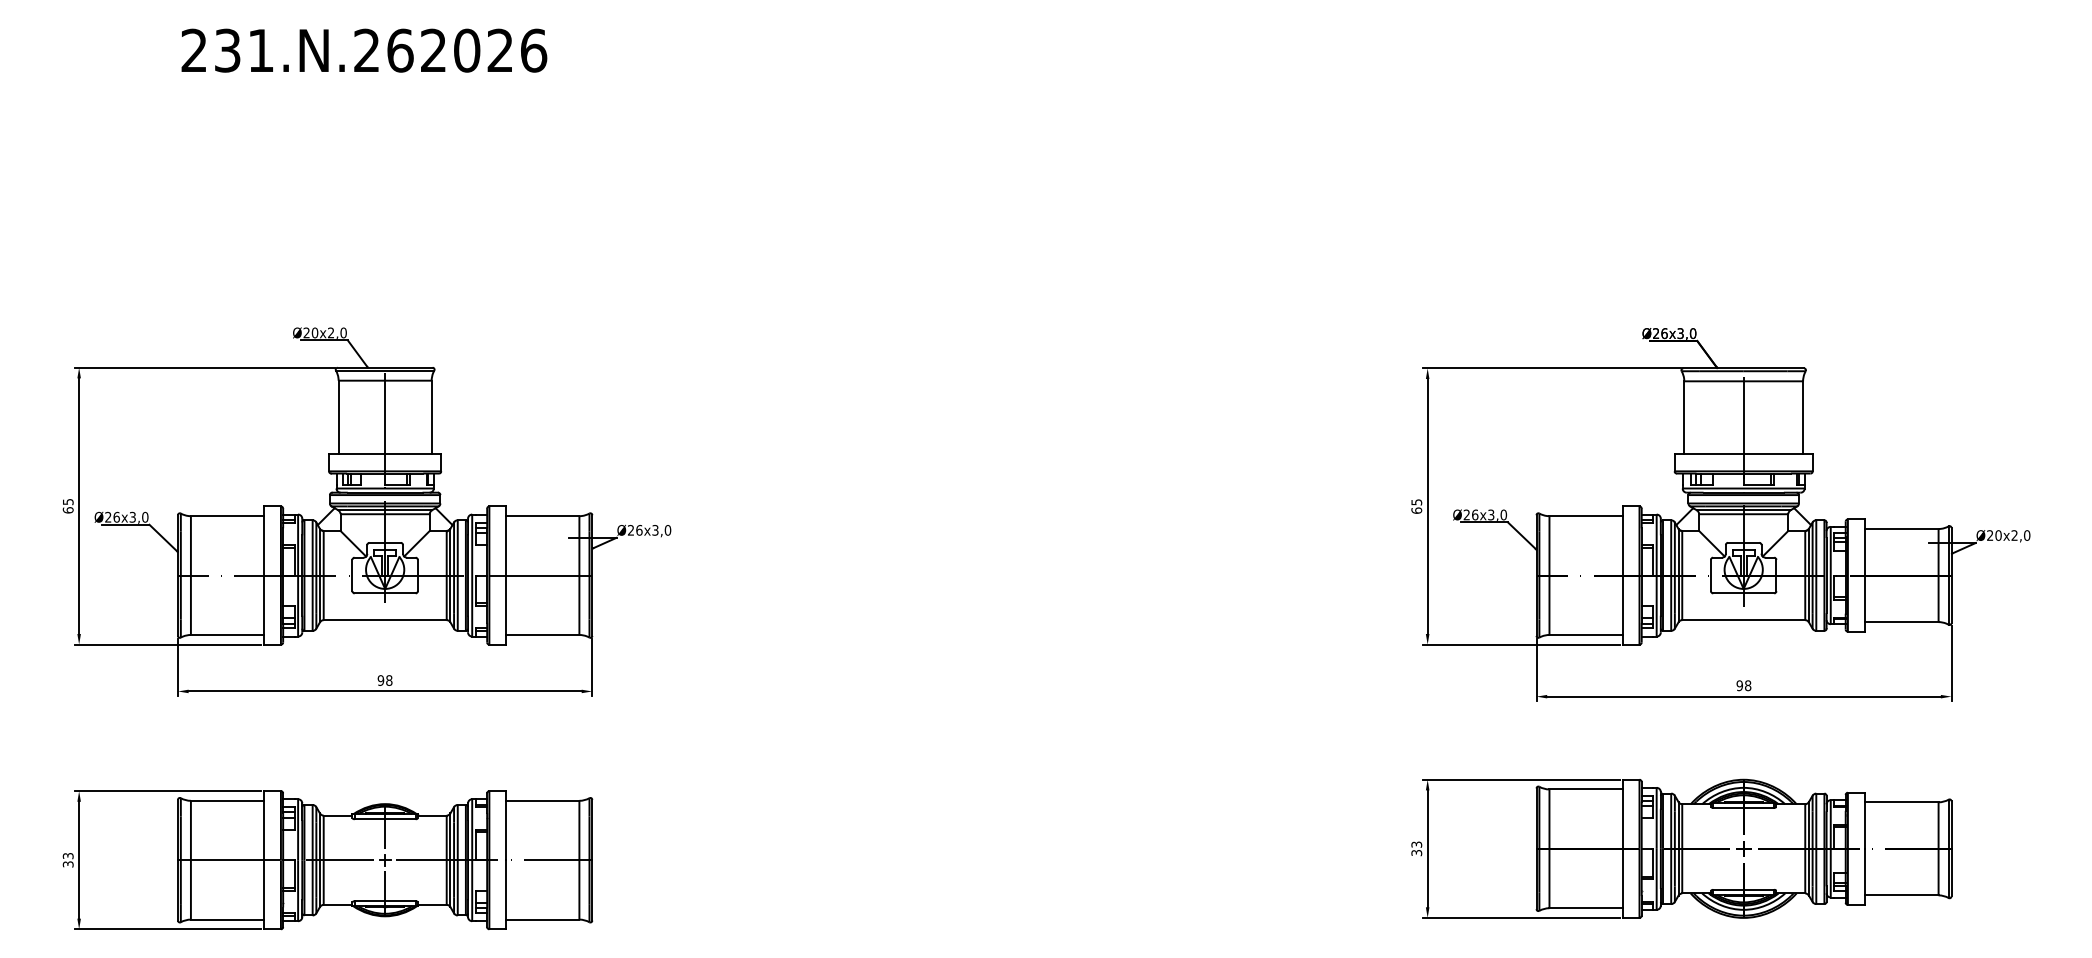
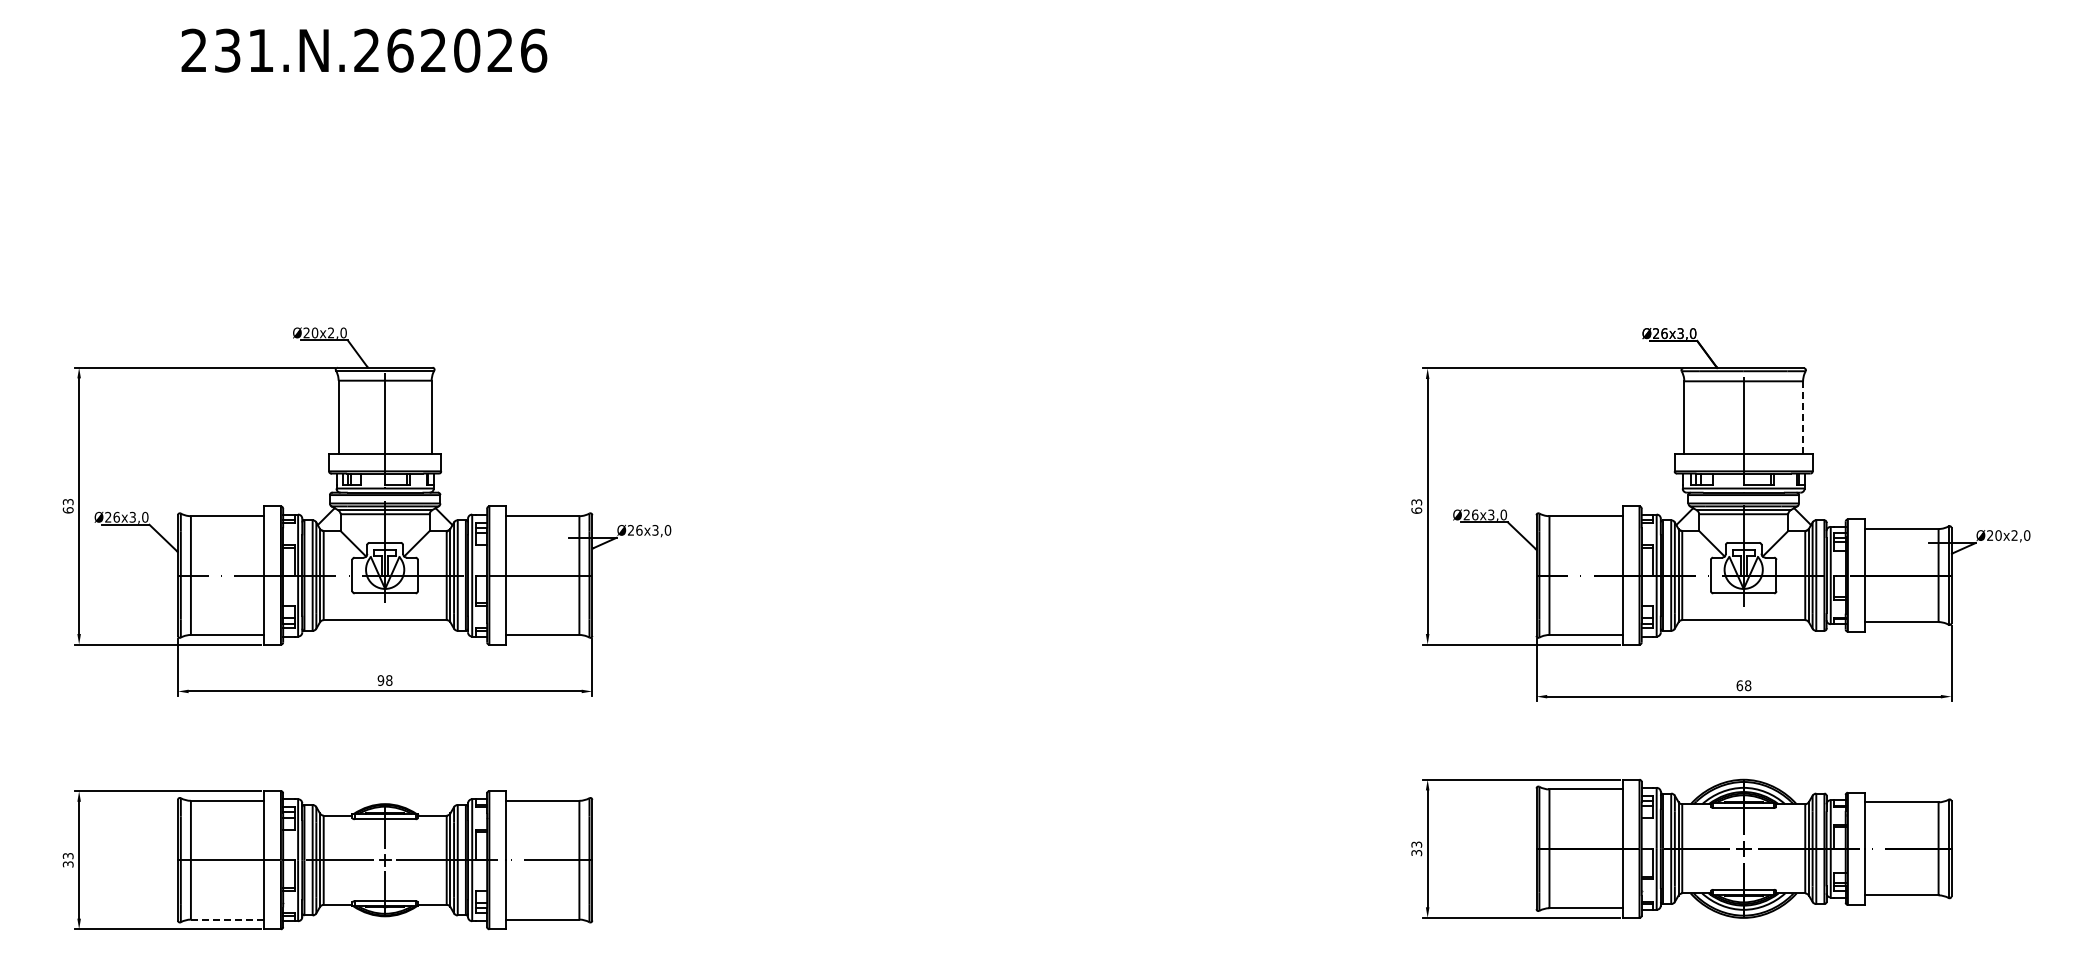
line at (1803, 417): solid -> dashed
text at (67, 501): 65 -> 63
text at (1416, 502): 65 -> 63
text at (1739, 685): 98 -> 68
line at (227, 919): solid -> dashed
